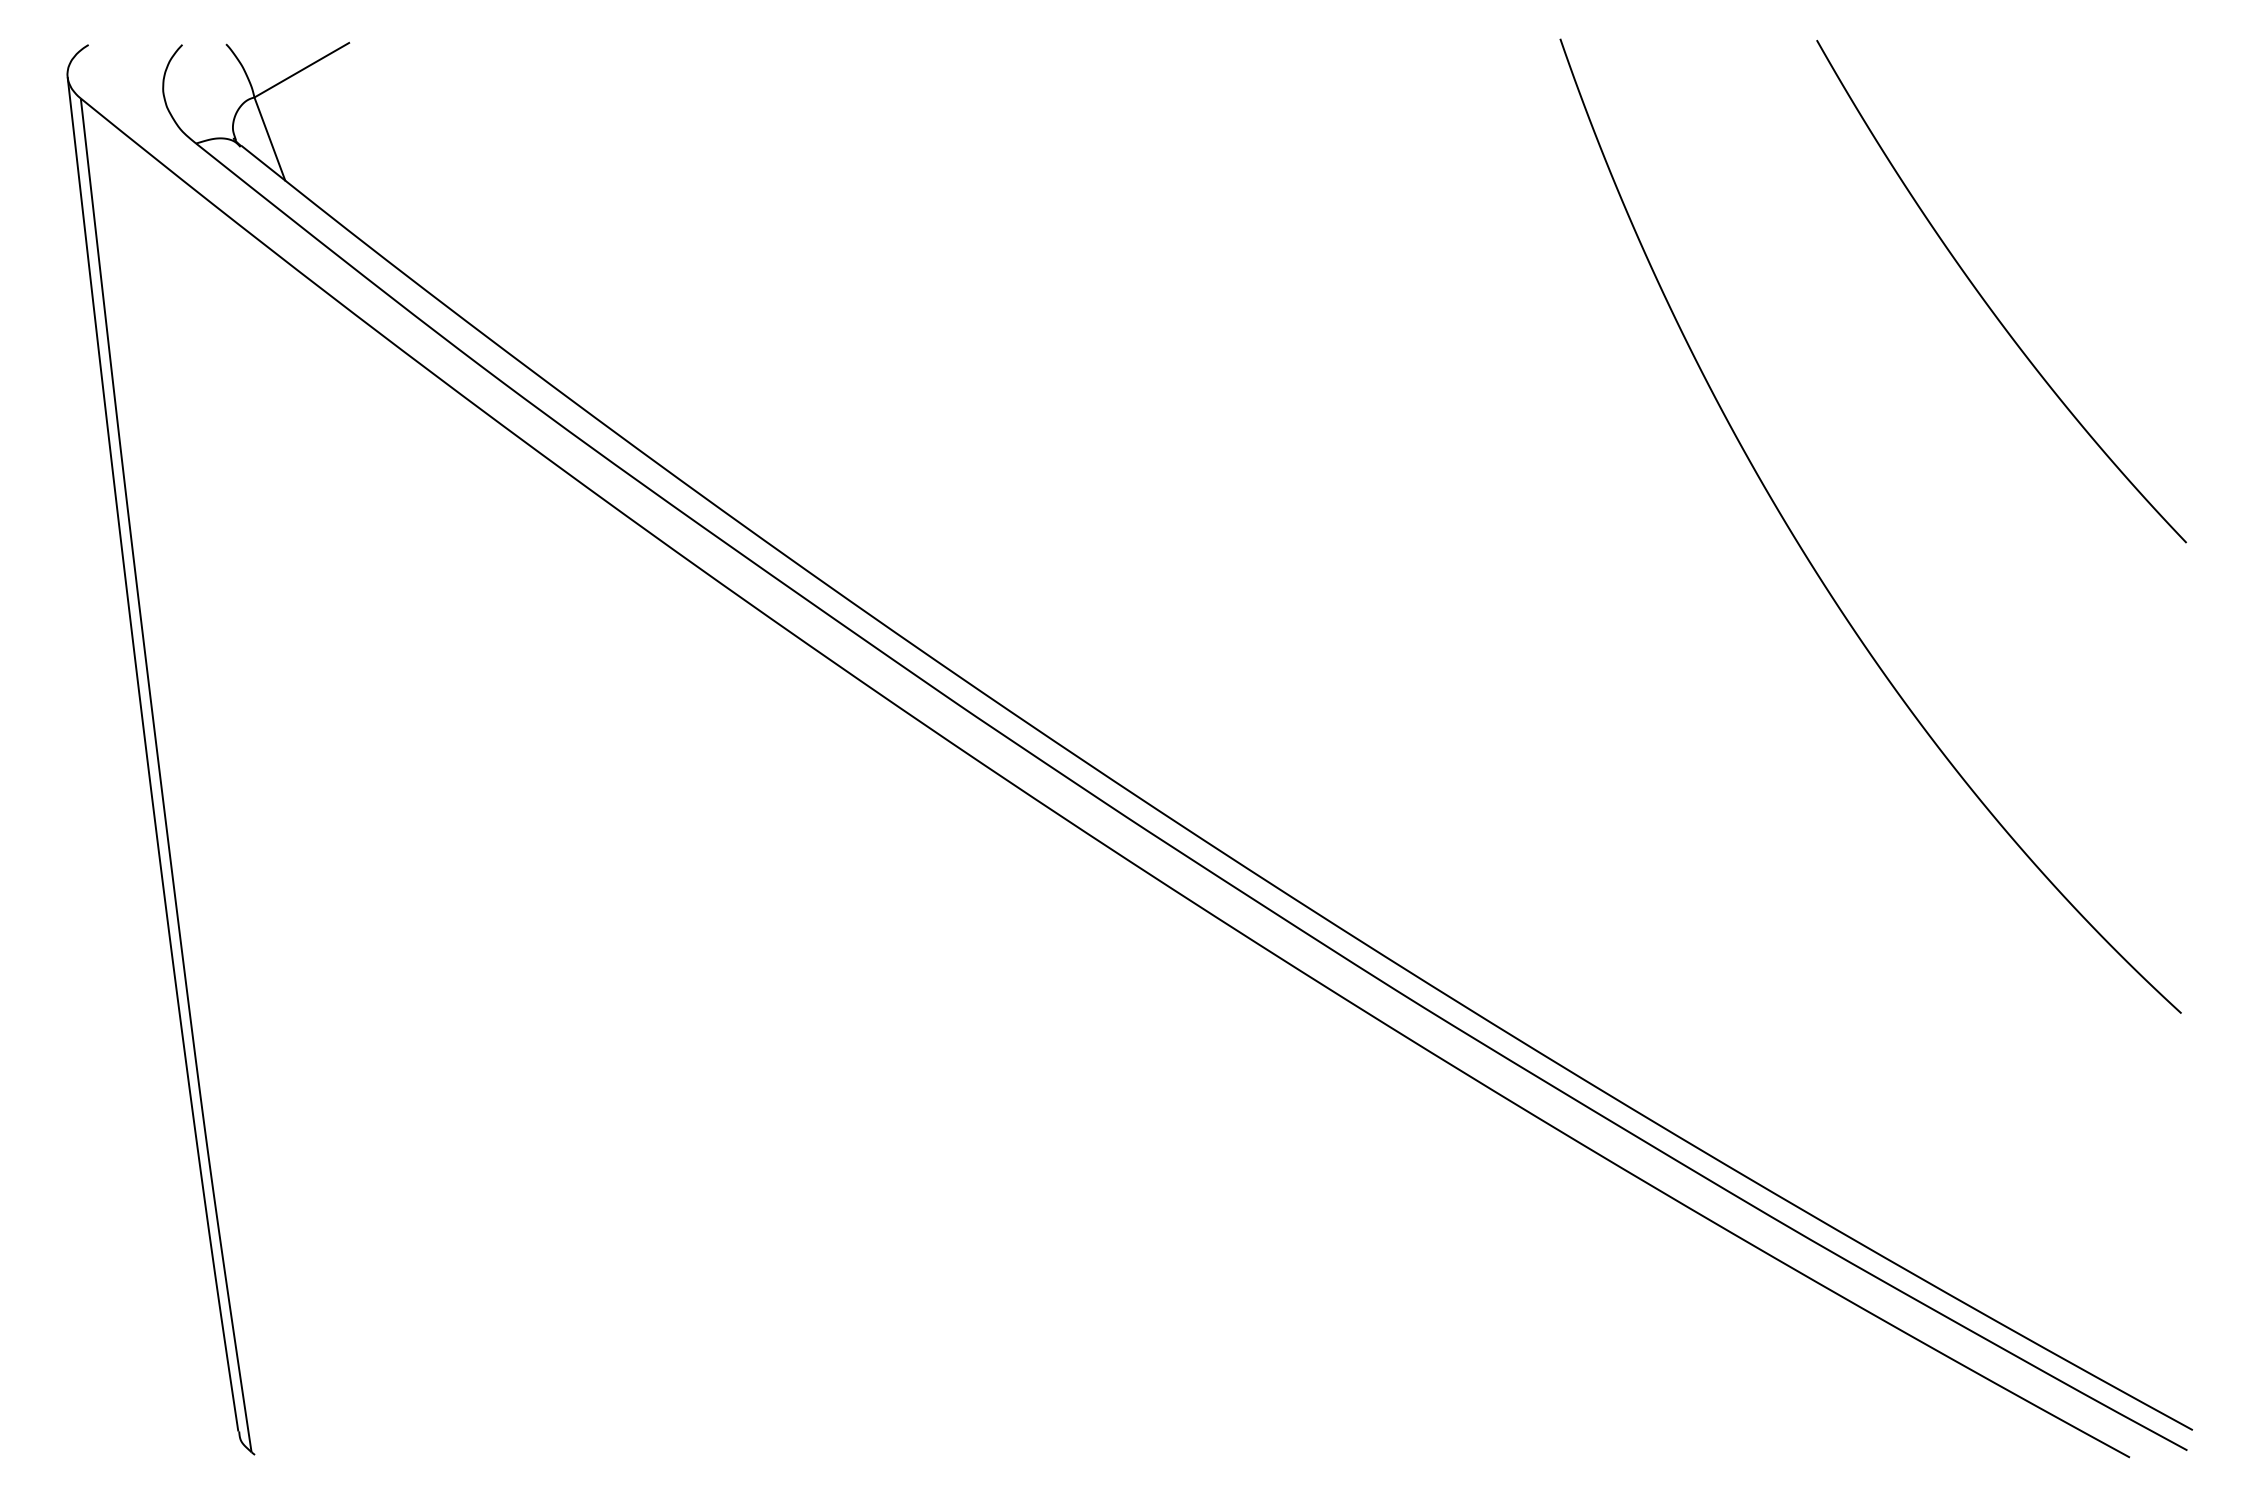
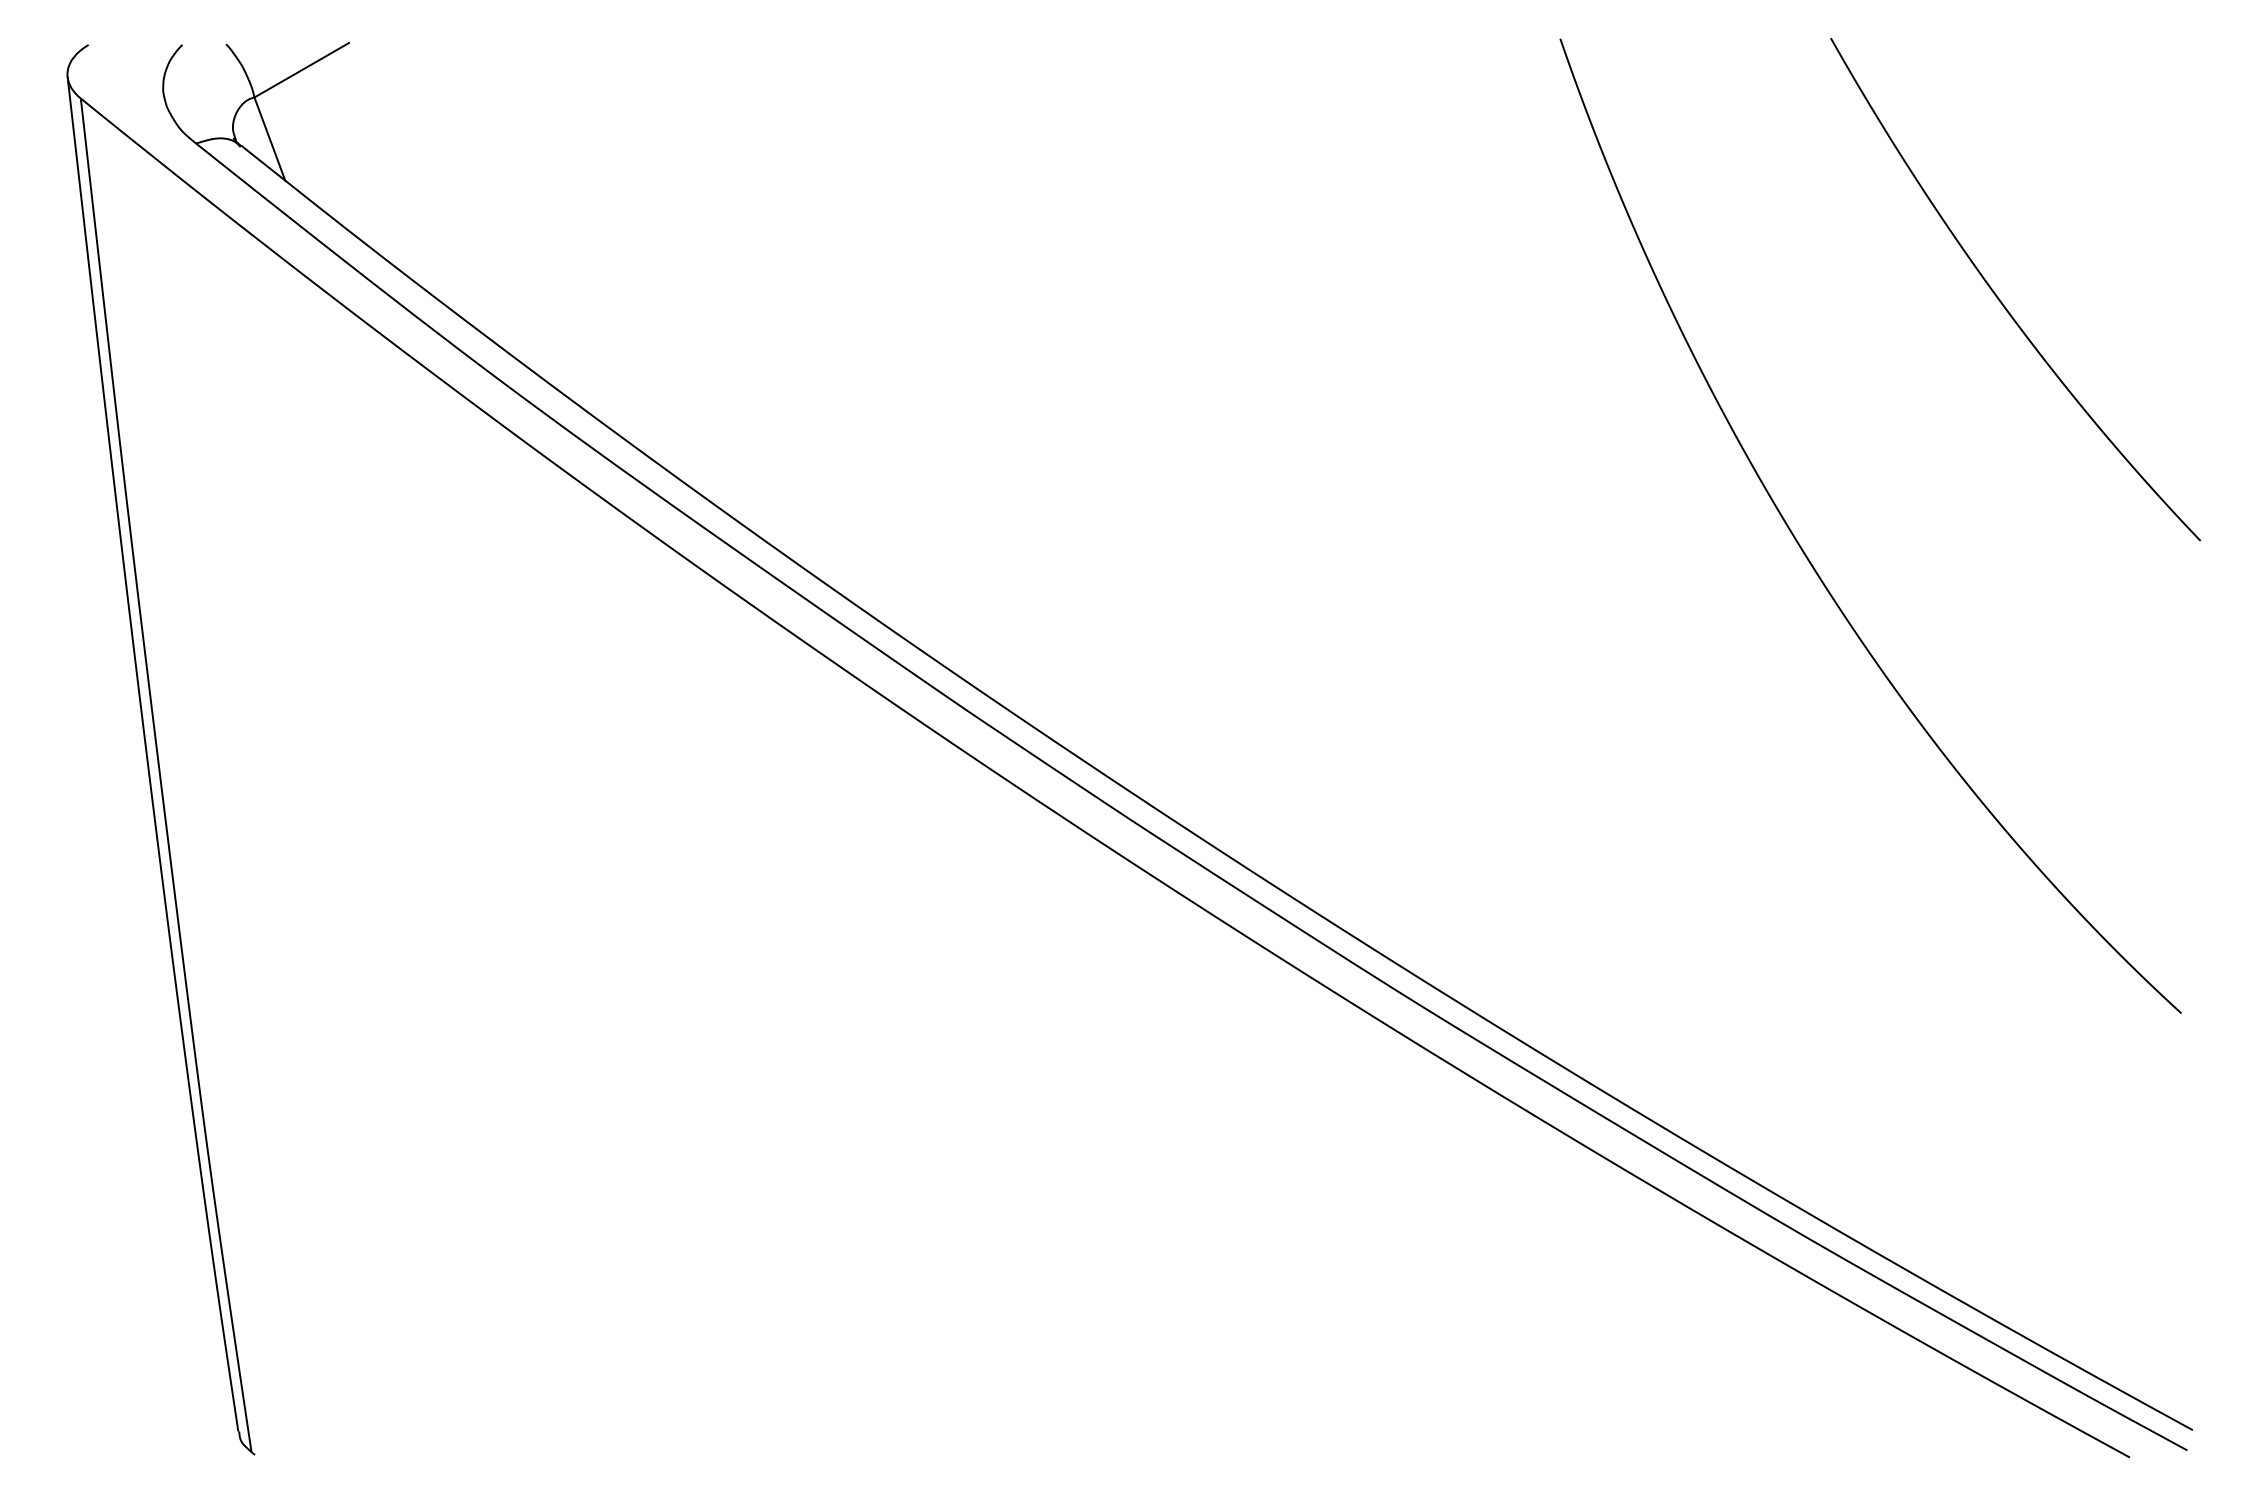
curve at (1986, 301) position: (1986, 301) -> (2000, 299)
